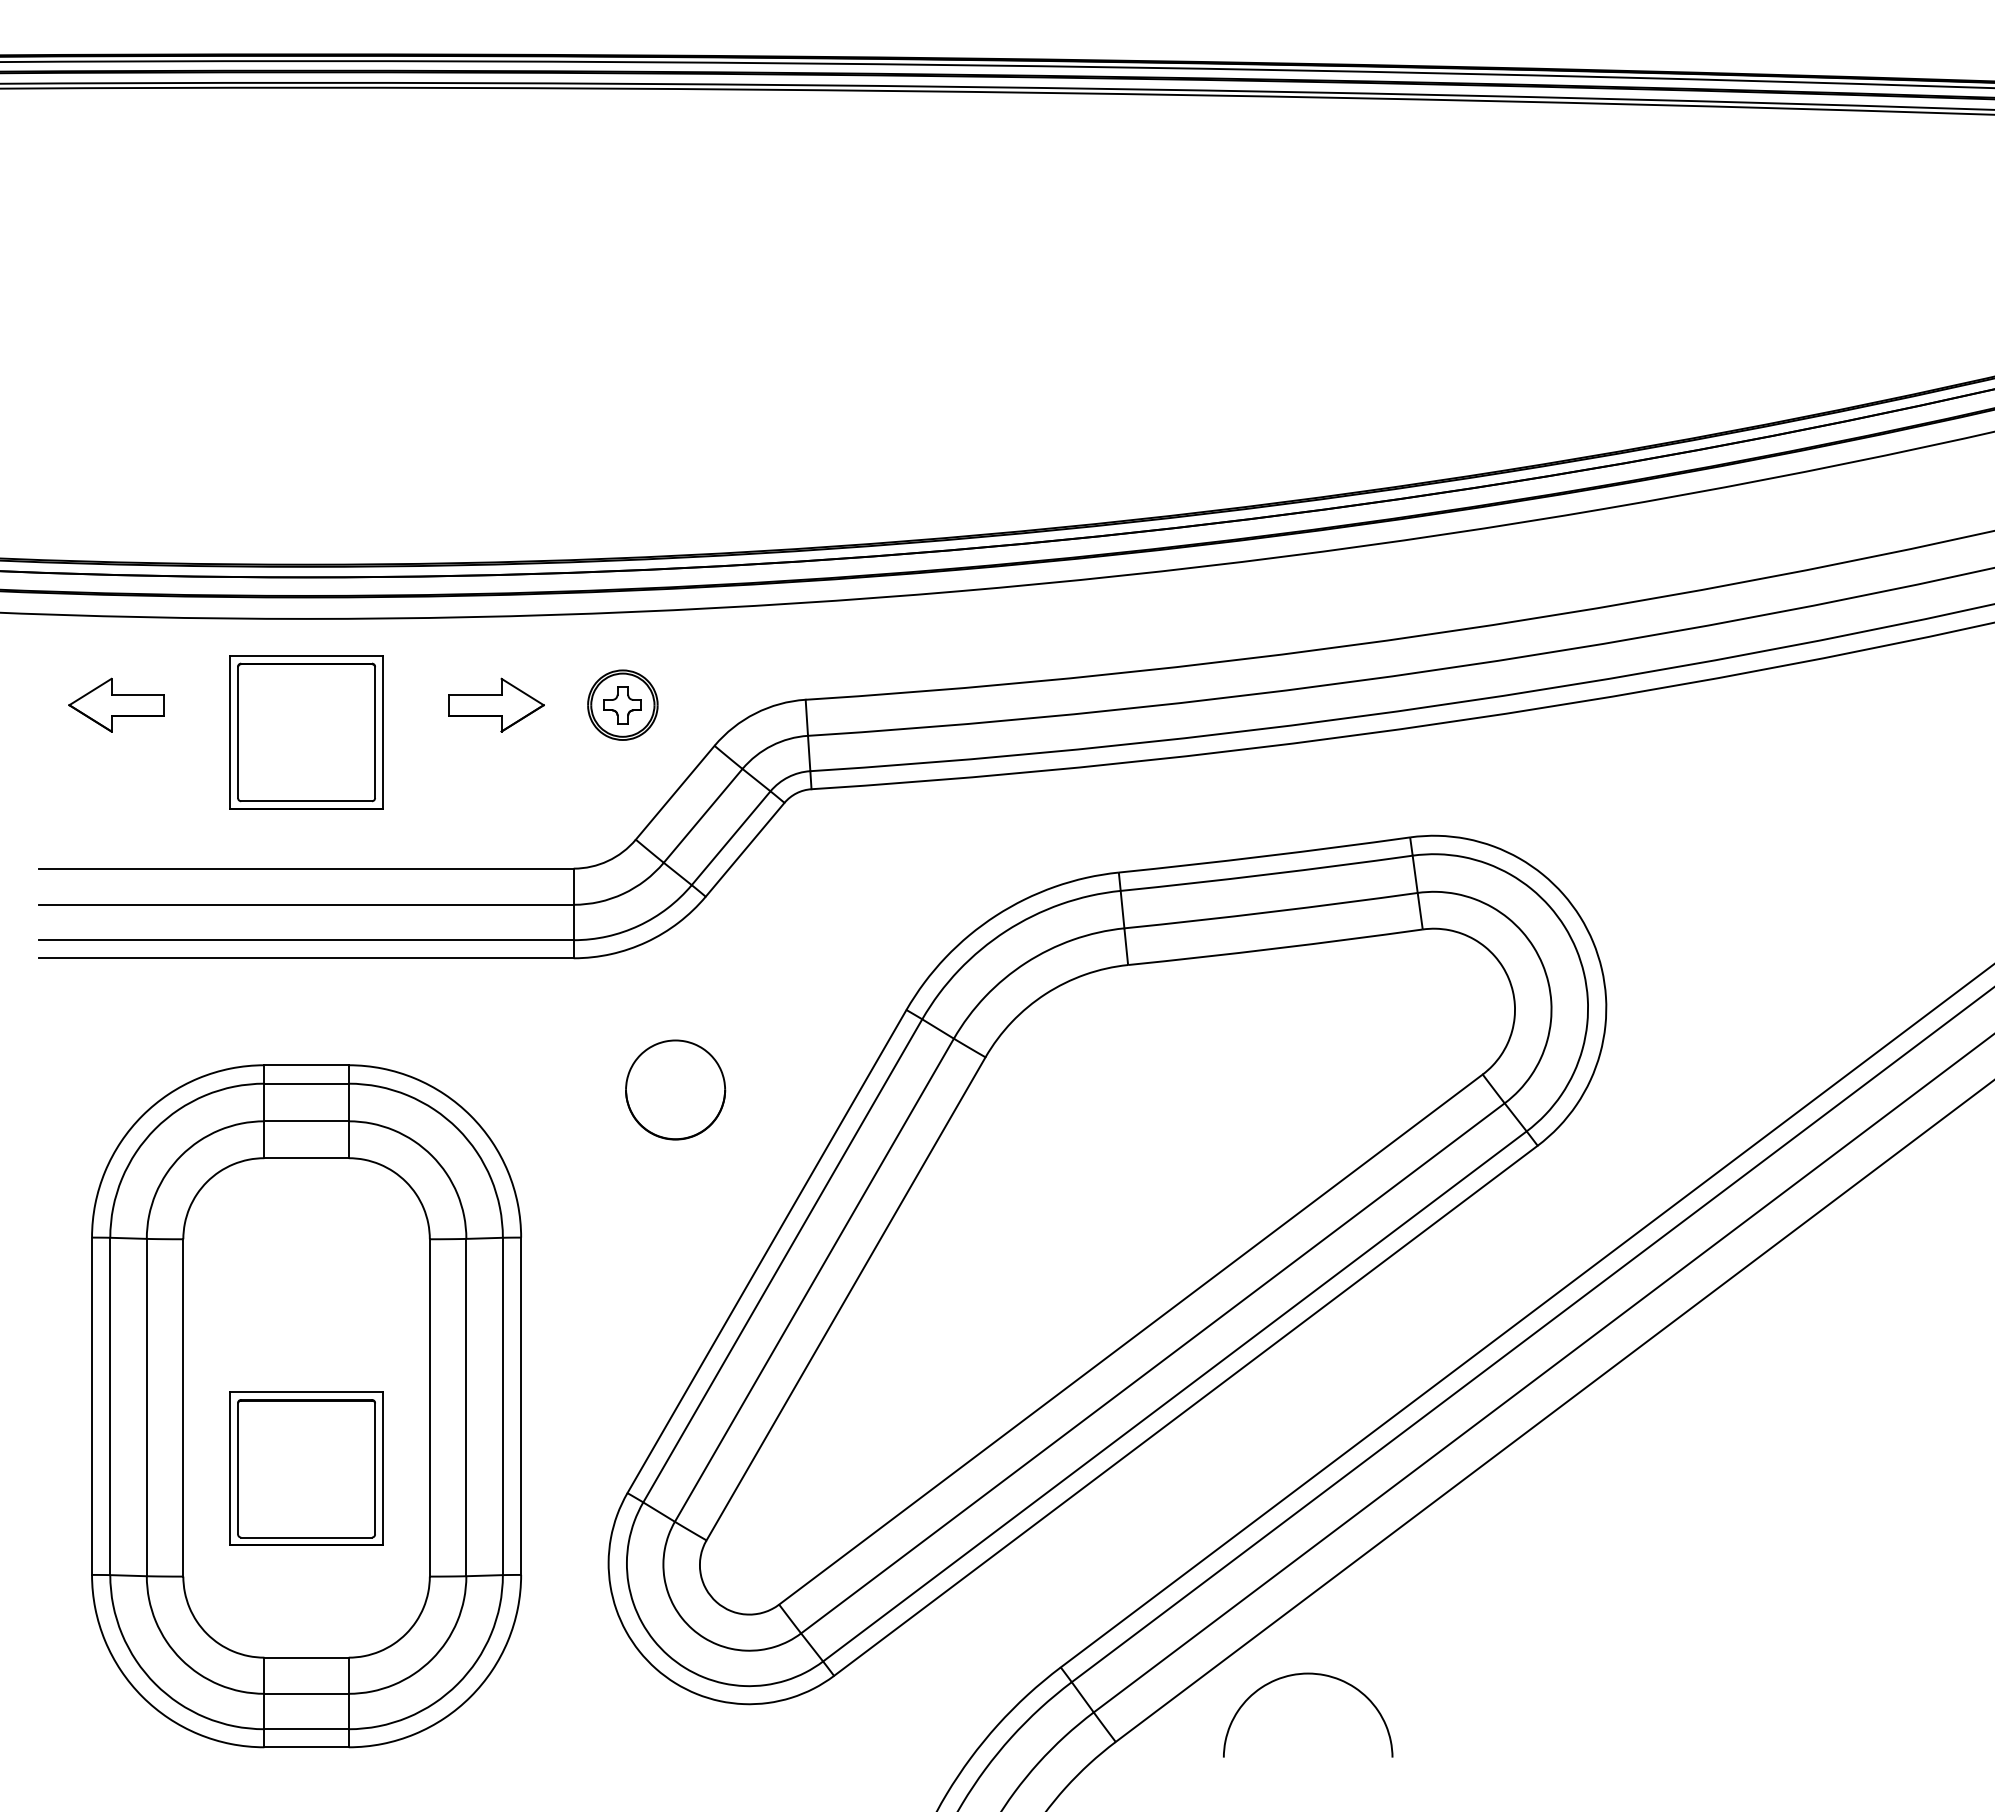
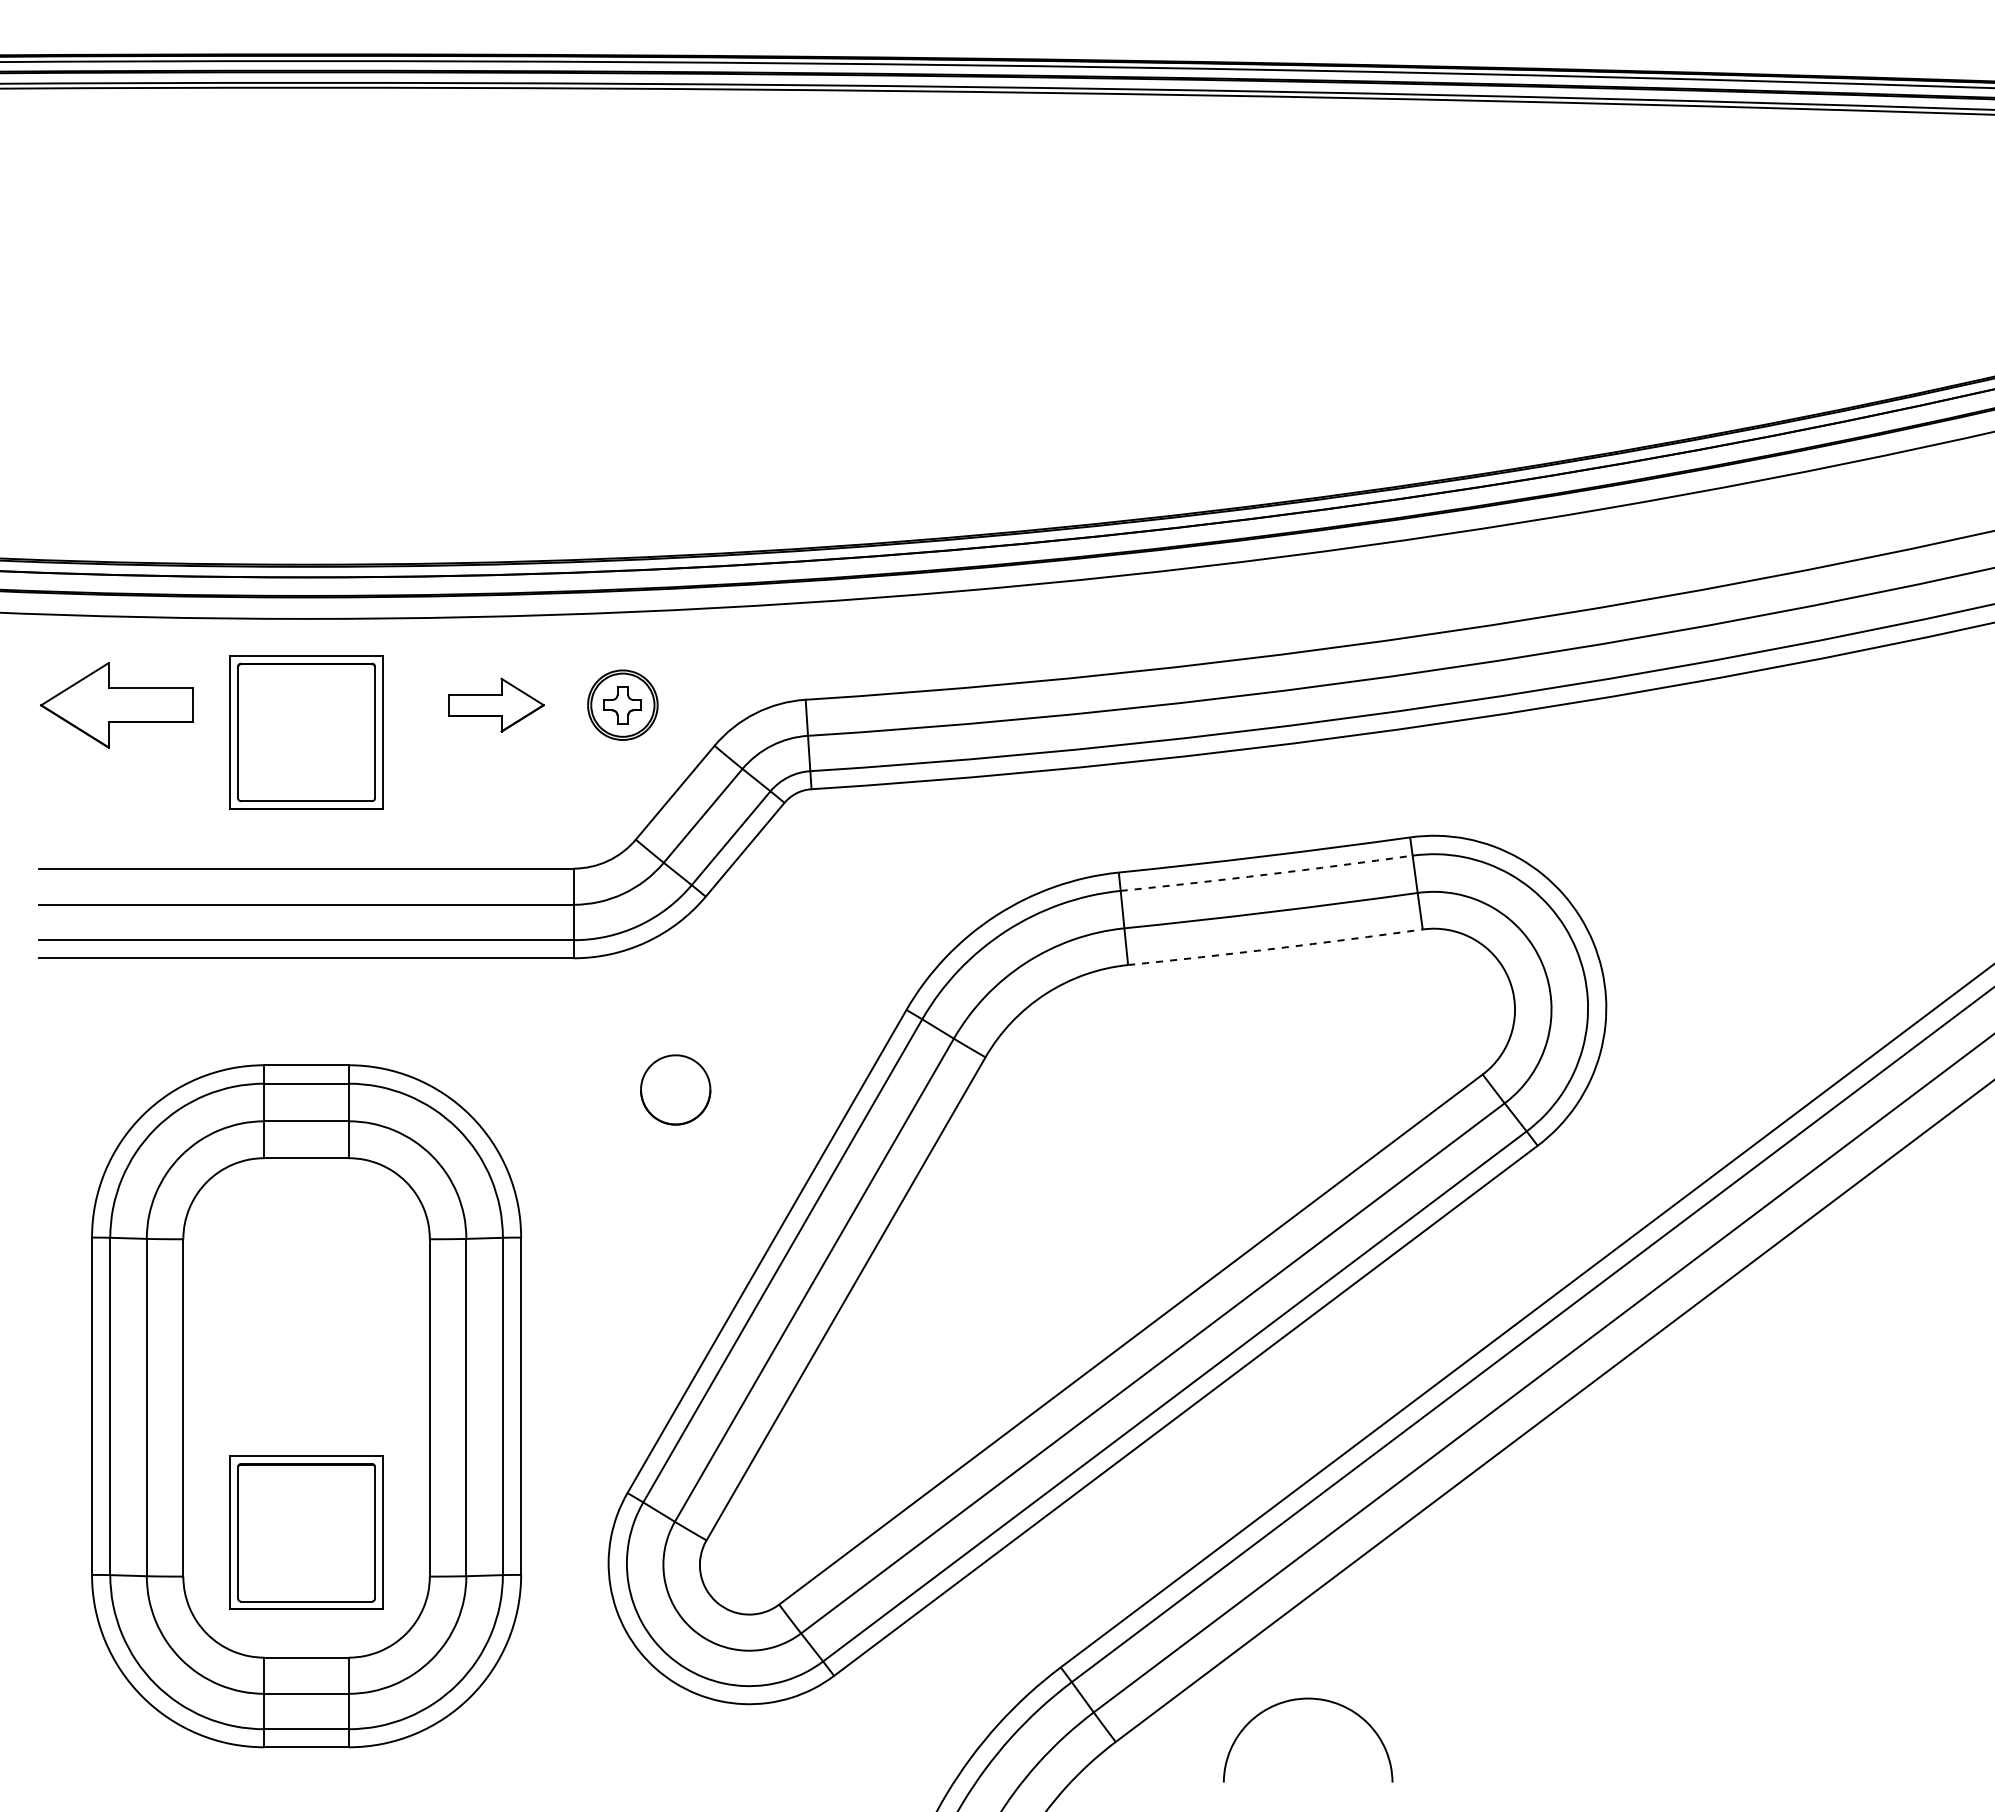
part at (116, 704) size: 97x56 px -> 155x87 px
arc at (1266, 874): solid -> dashed
arc at (1275, 948): solid -> dashed
part at (675, 1089) size: 102x102 px -> 72x72 px
part at (306, 1468) position: (306, 1468) -> (306, 1532)
curve at (1308, 1674) position: (1308, 1674) -> (1308, 1699)
